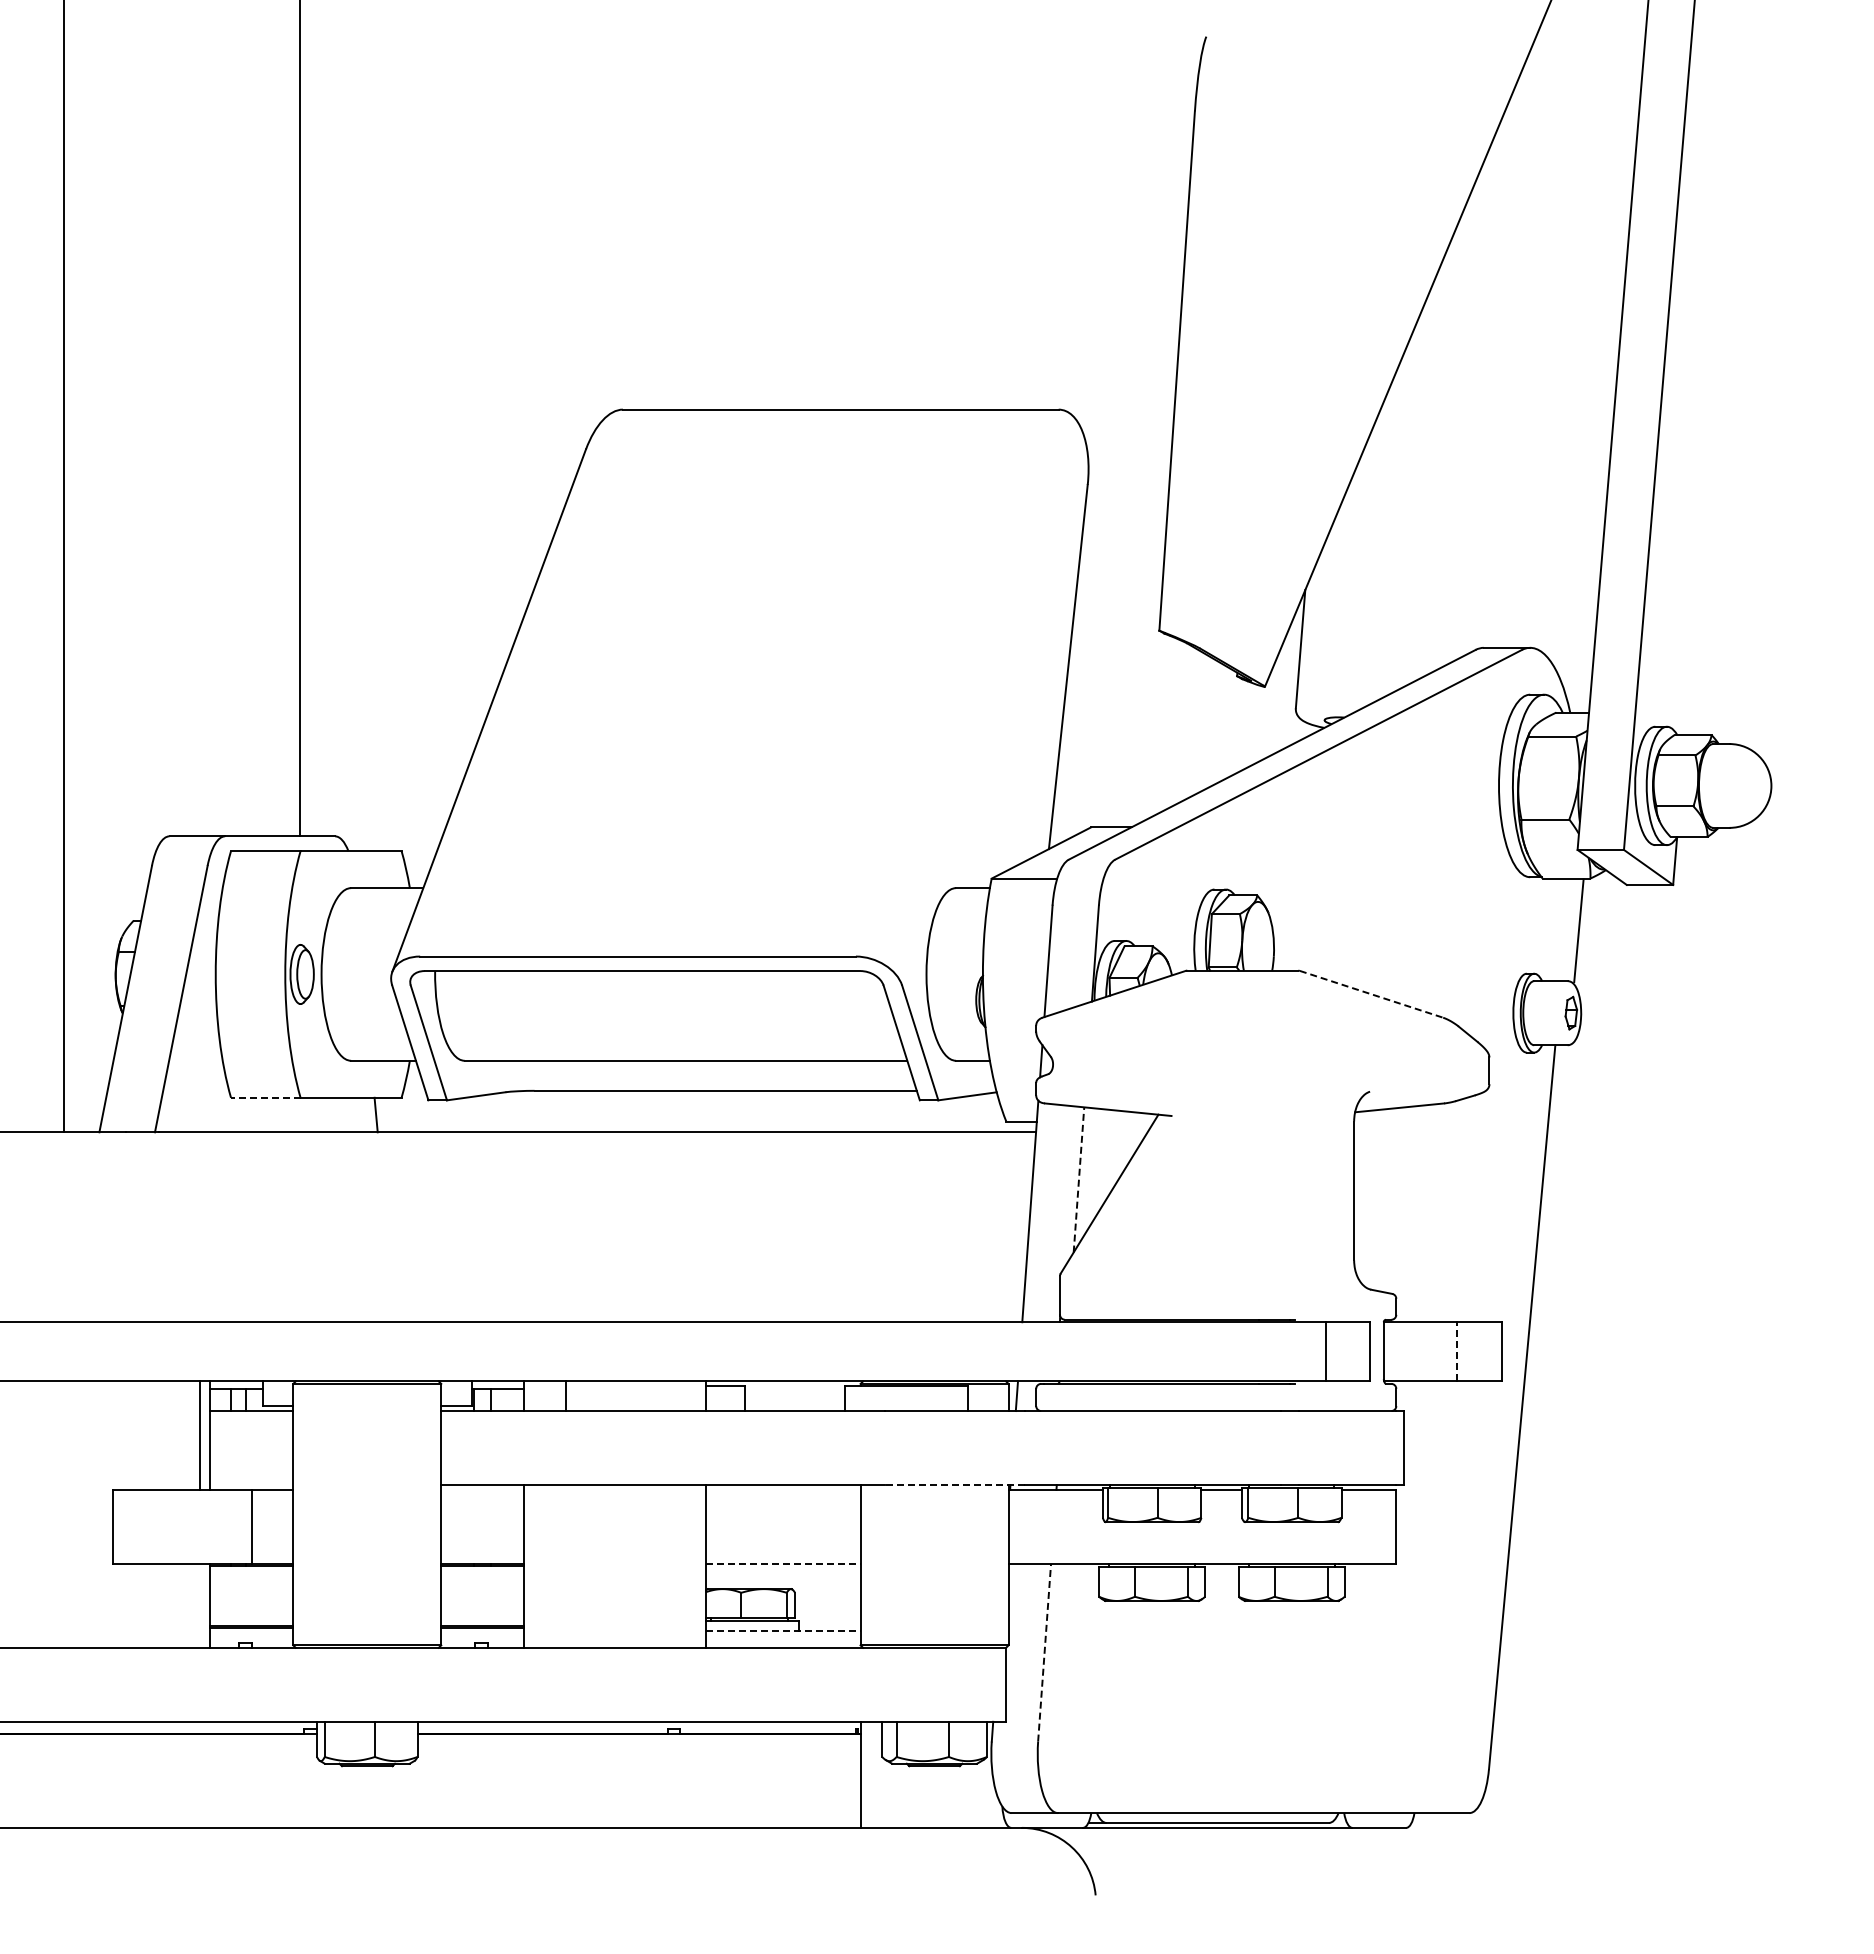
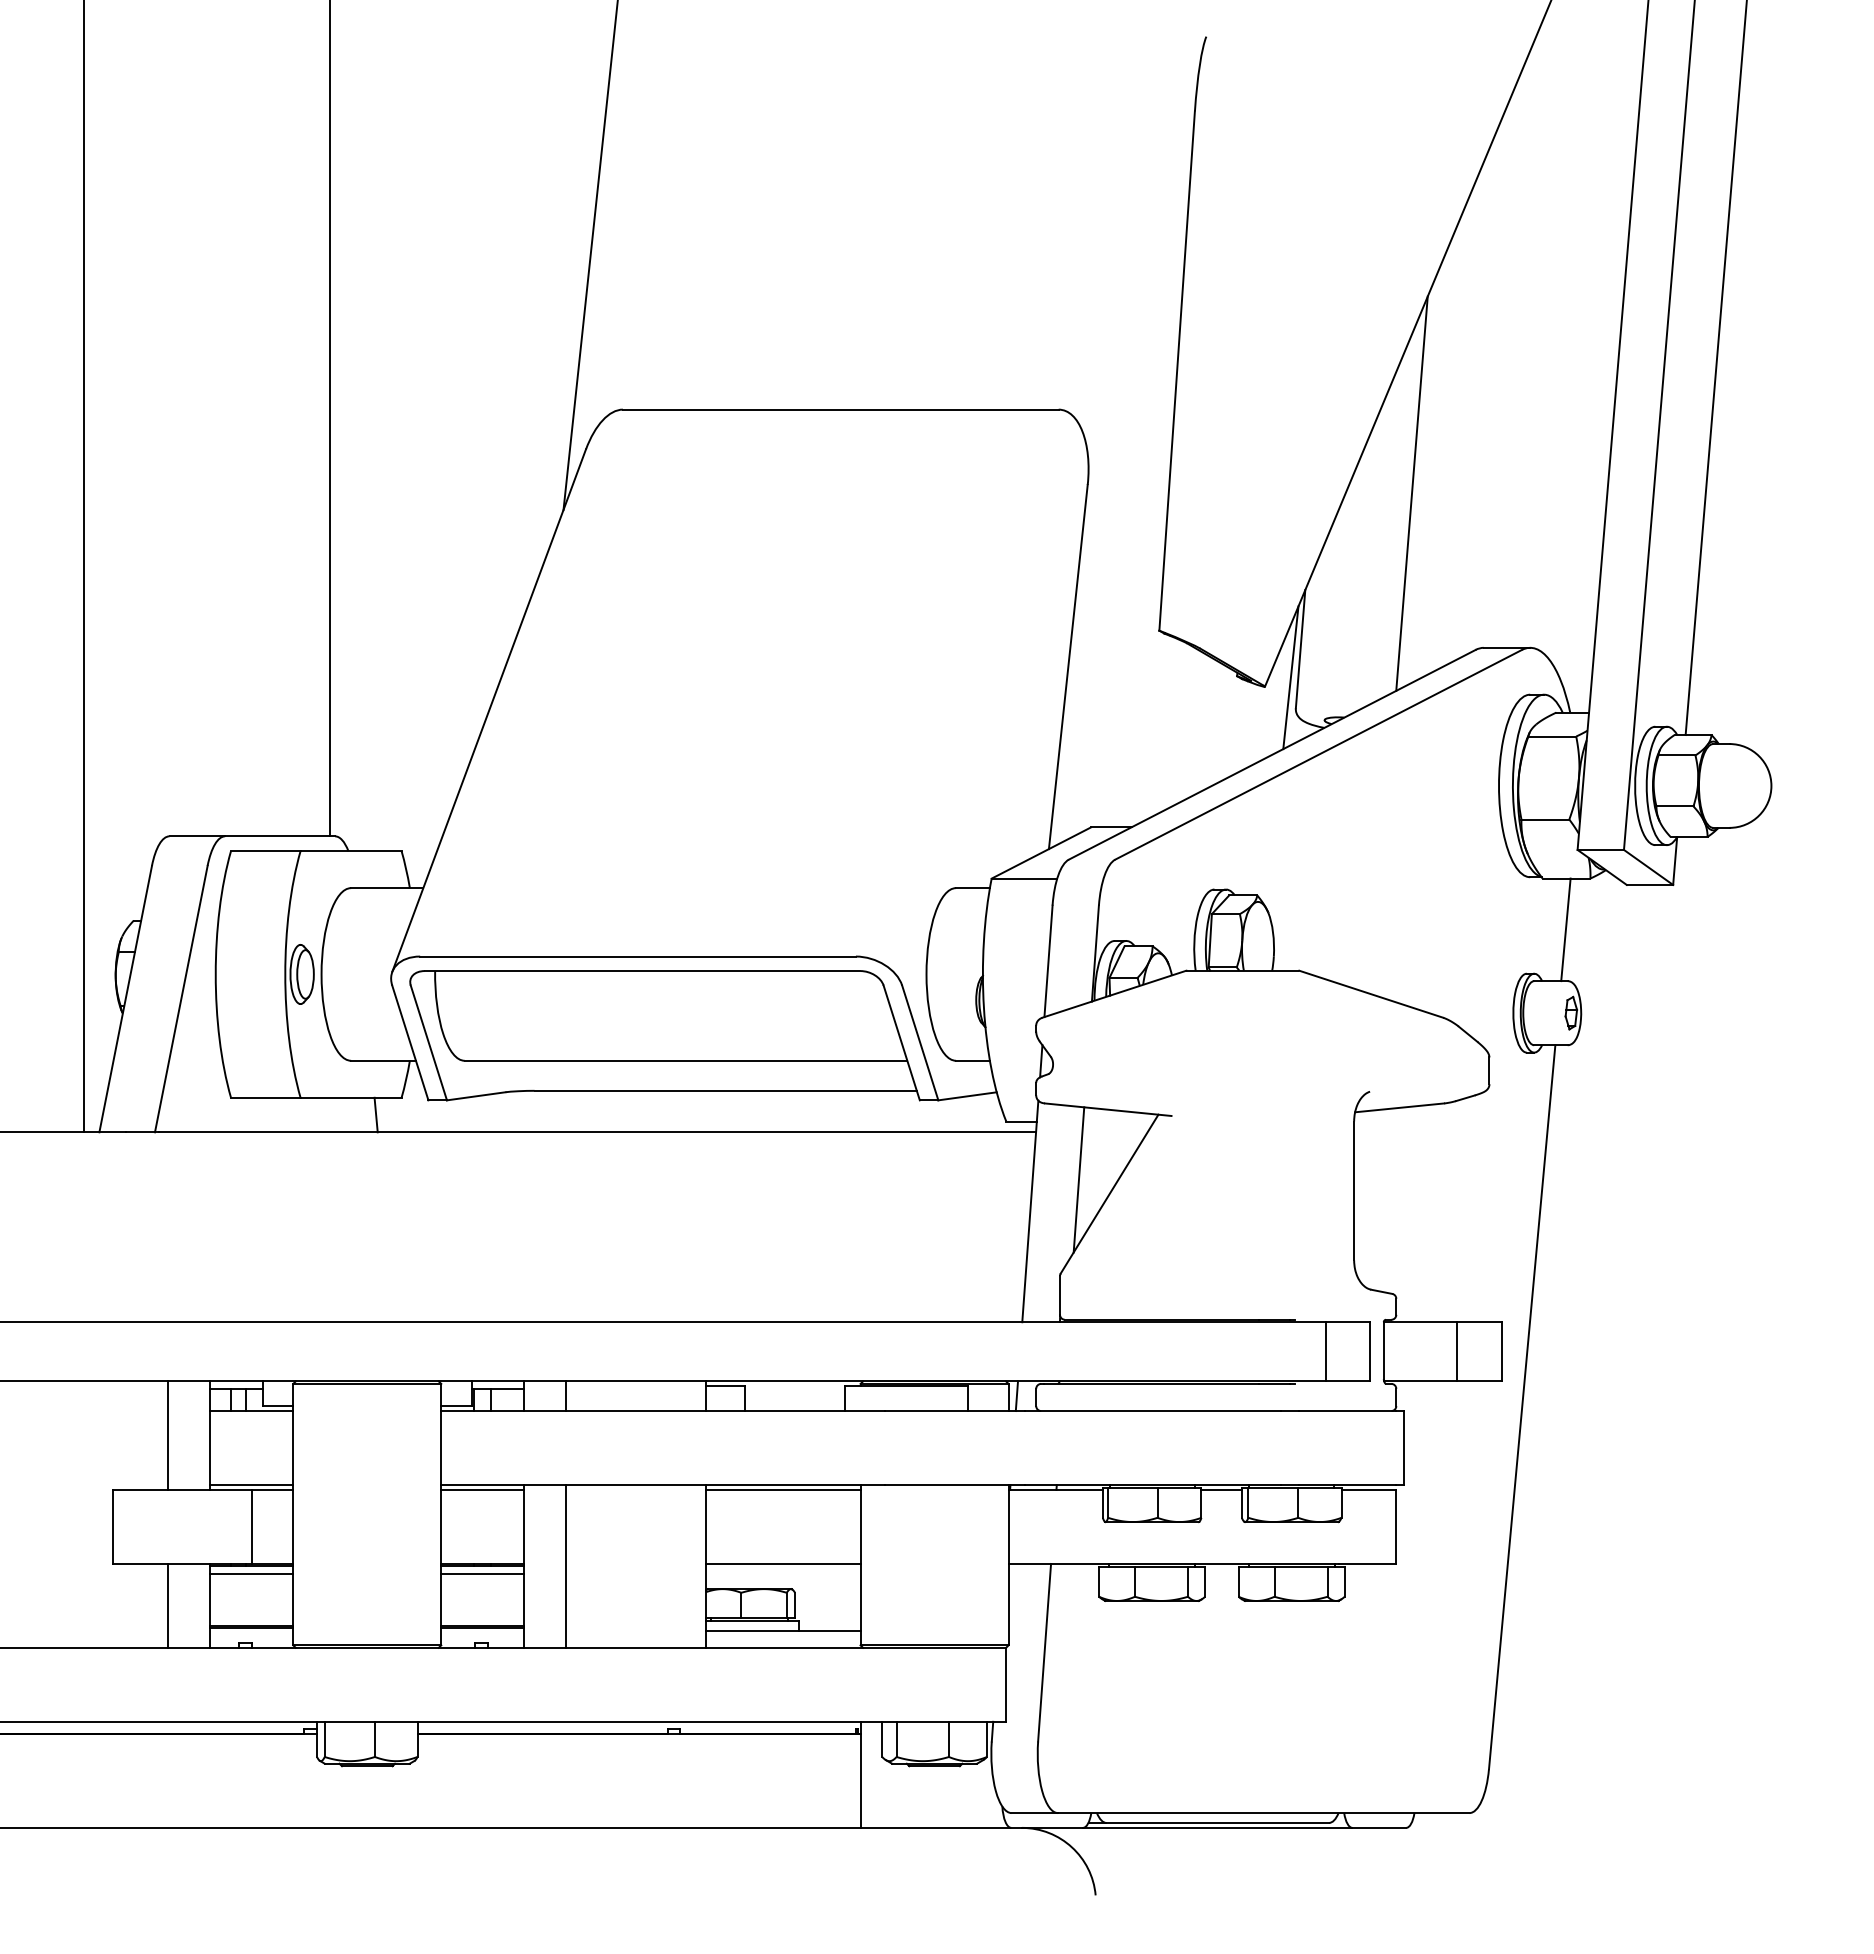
line at (590, 256): none -> present
line at (1715, 368): none -> present
line at (300, 419) position: (300, 419) -> (330, 419)
line at (1411, 493): none -> present
line at (63, 567) position: (63, 567) -> (83, 567)
line at (1290, 677): none -> present
line at (1578, 930) position: (1578, 930) -> (1565, 929)
line at (1371, 994): dashed -> solid
line at (265, 1097): dashed -> solid
line at (1078, 1179): dashed -> solid
line at (1457, 1351): dashed -> solid
line at (200, 1435) position: (200, 1435) -> (168, 1435)
line at (251, 1485): none -> present
line at (954, 1485): dashed -> solid
line at (482, 1489): none -> present
line at (782, 1489): none -> present
line at (783, 1563): dashed -> solid
line at (566, 1566): none -> present
line at (251, 1573): none -> present
line at (482, 1573): none -> present
line at (168, 1605): none -> present
line at (783, 1630): dashed -> solid
line at (1044, 1652): dashed -> solid
